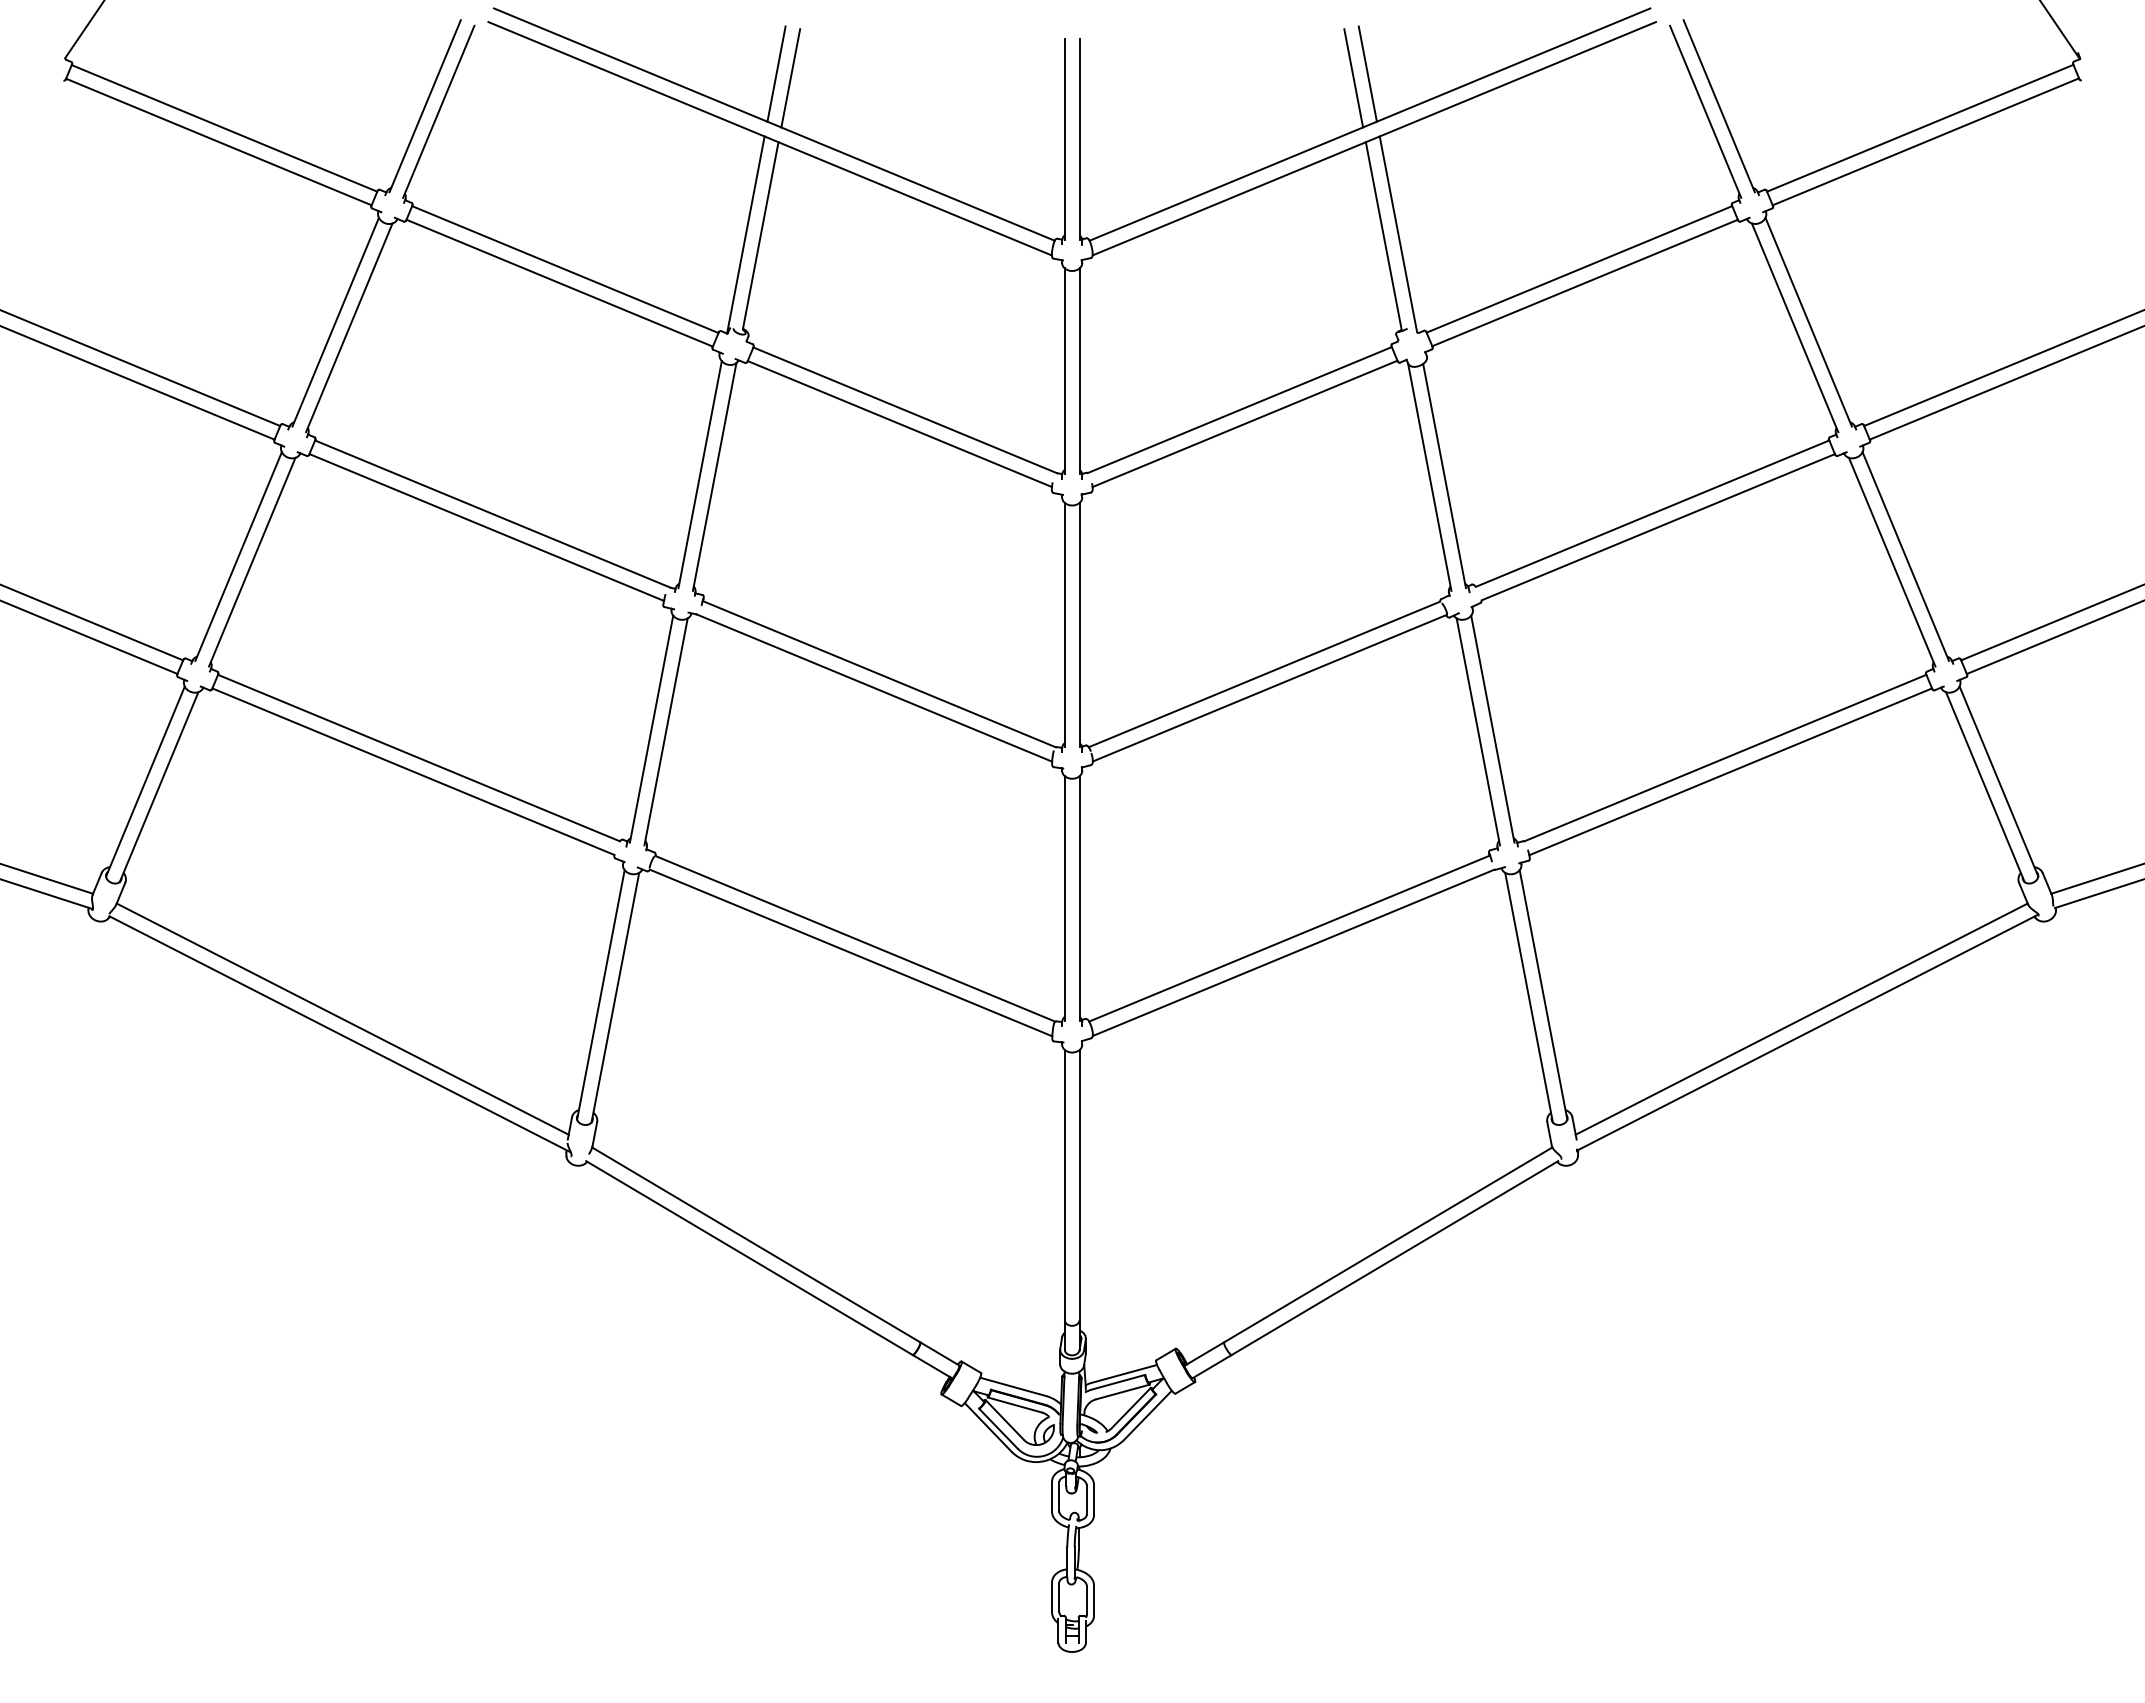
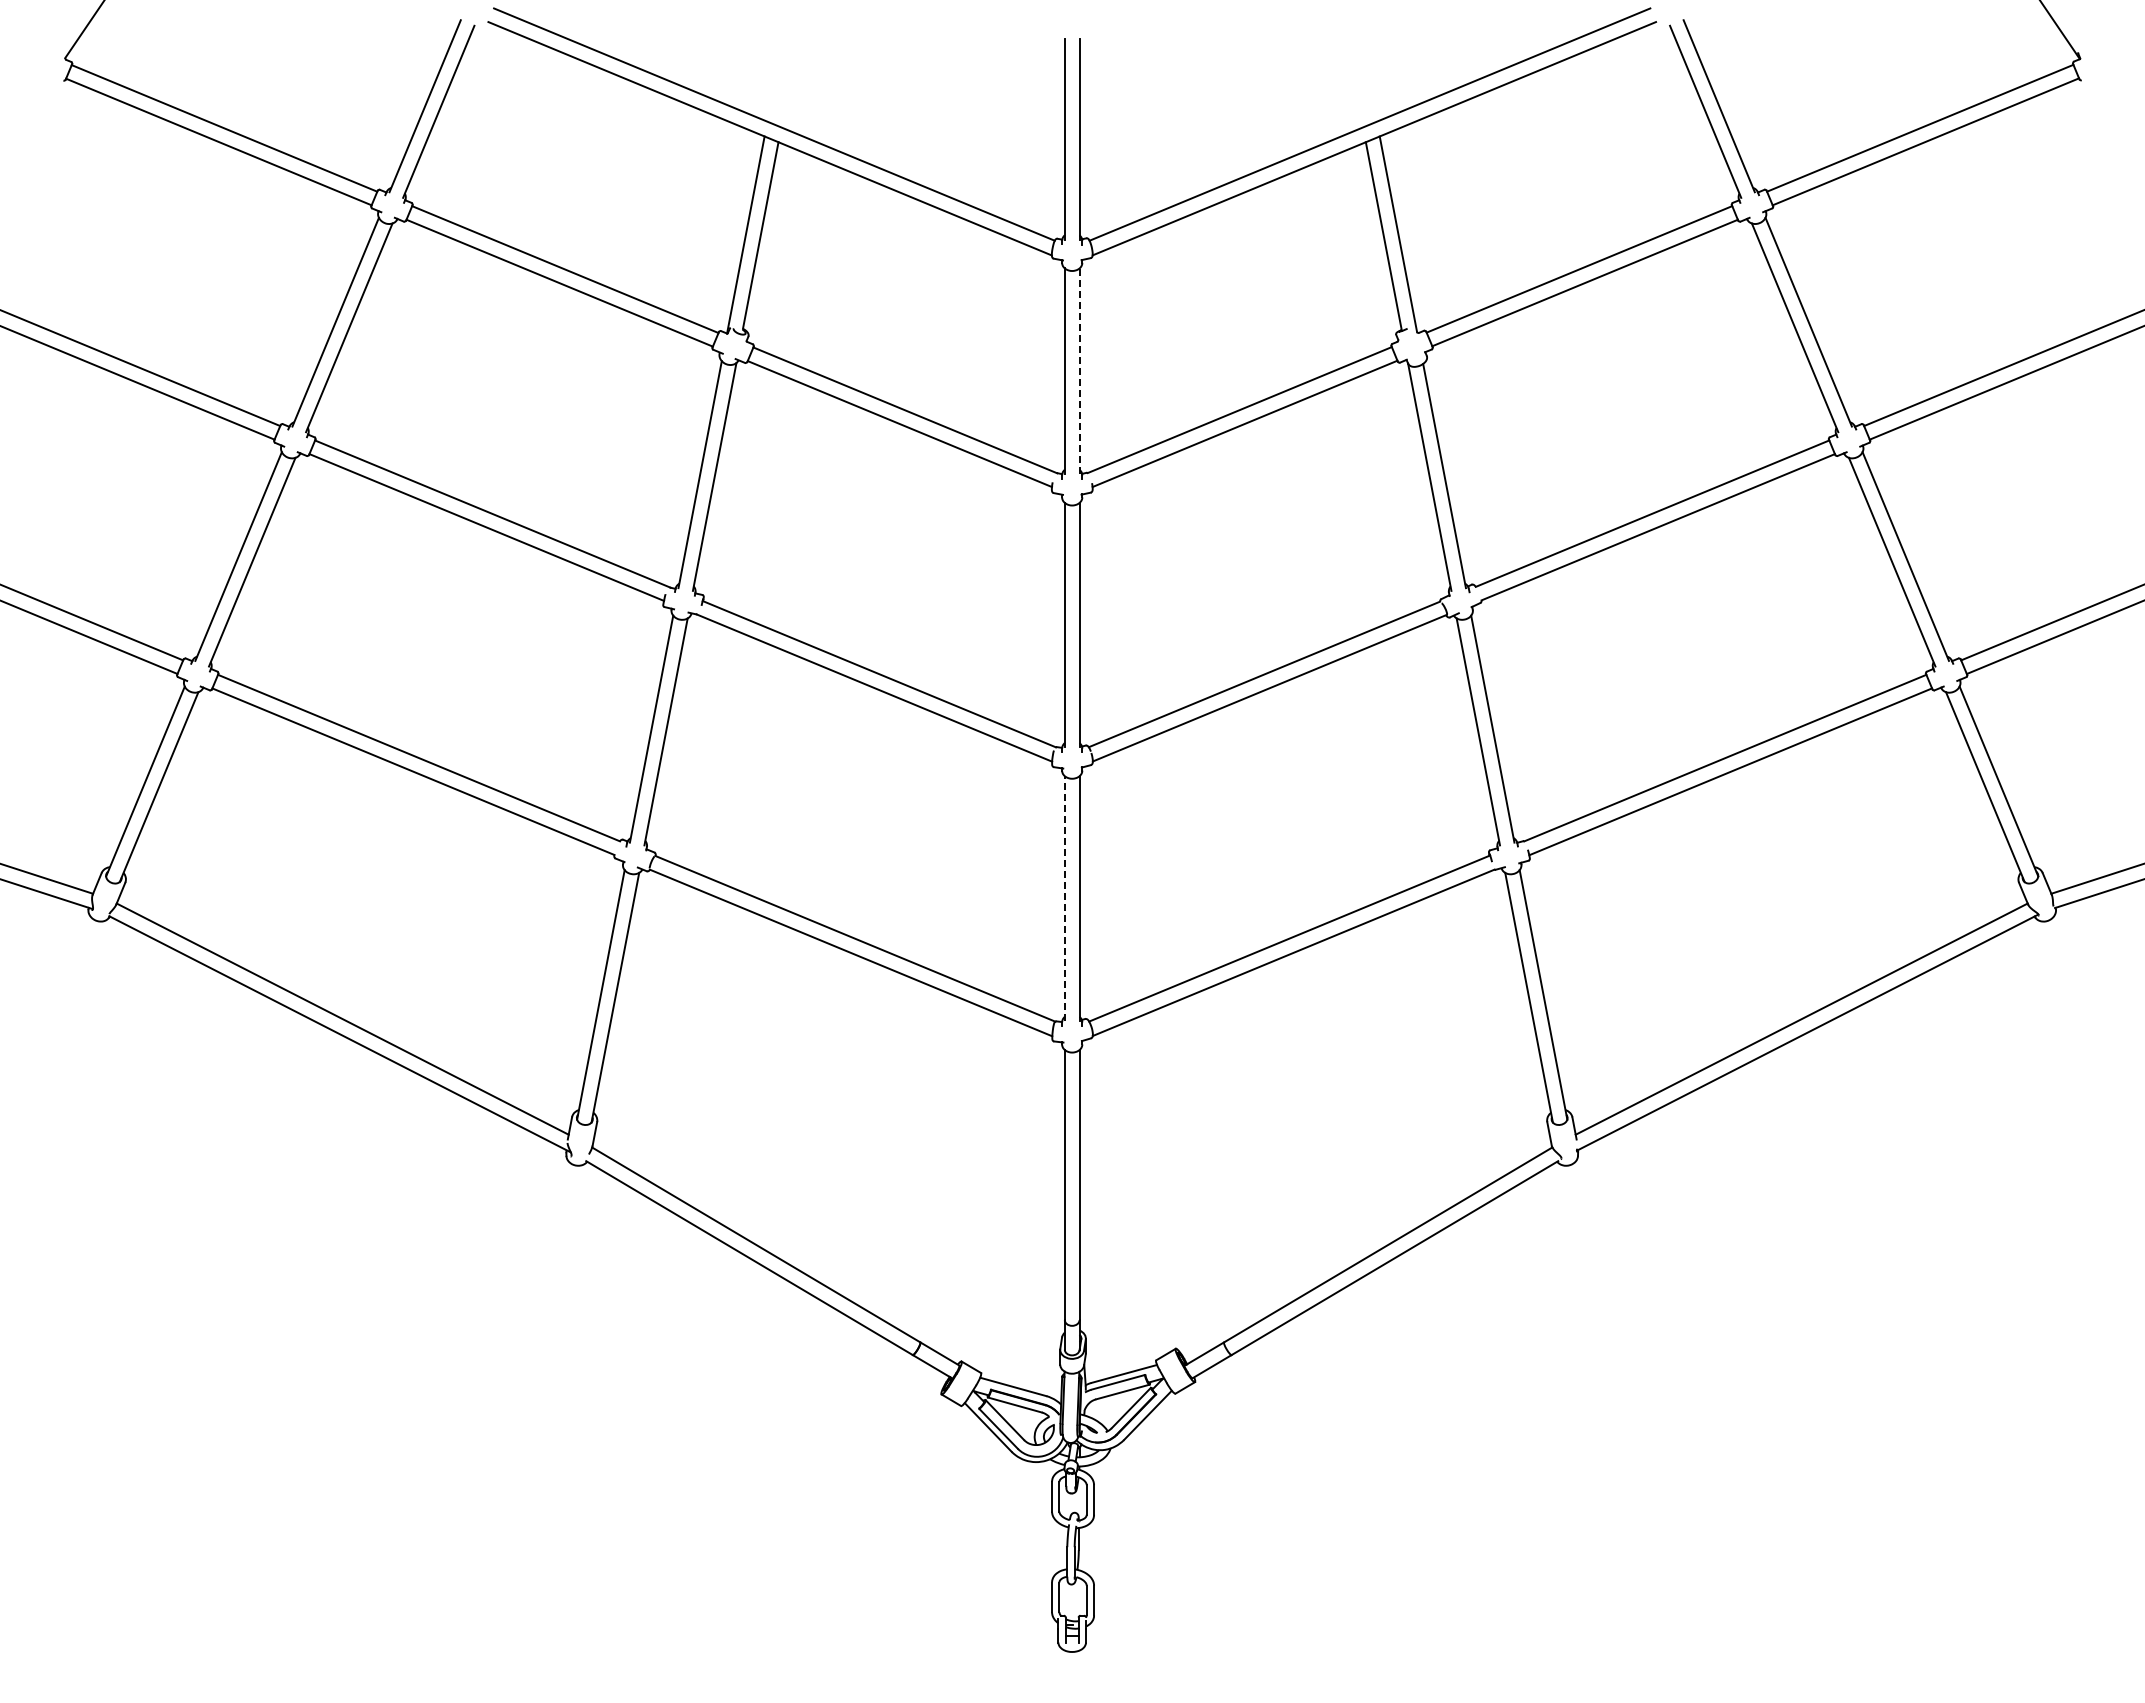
line at (776, 73): present -> none
line at (1367, 73): present -> none
line at (790, 78): present -> none
line at (1353, 78): present -> none
line at (1079, 371): solid -> dashed
line at (1064, 898): solid -> dashed
